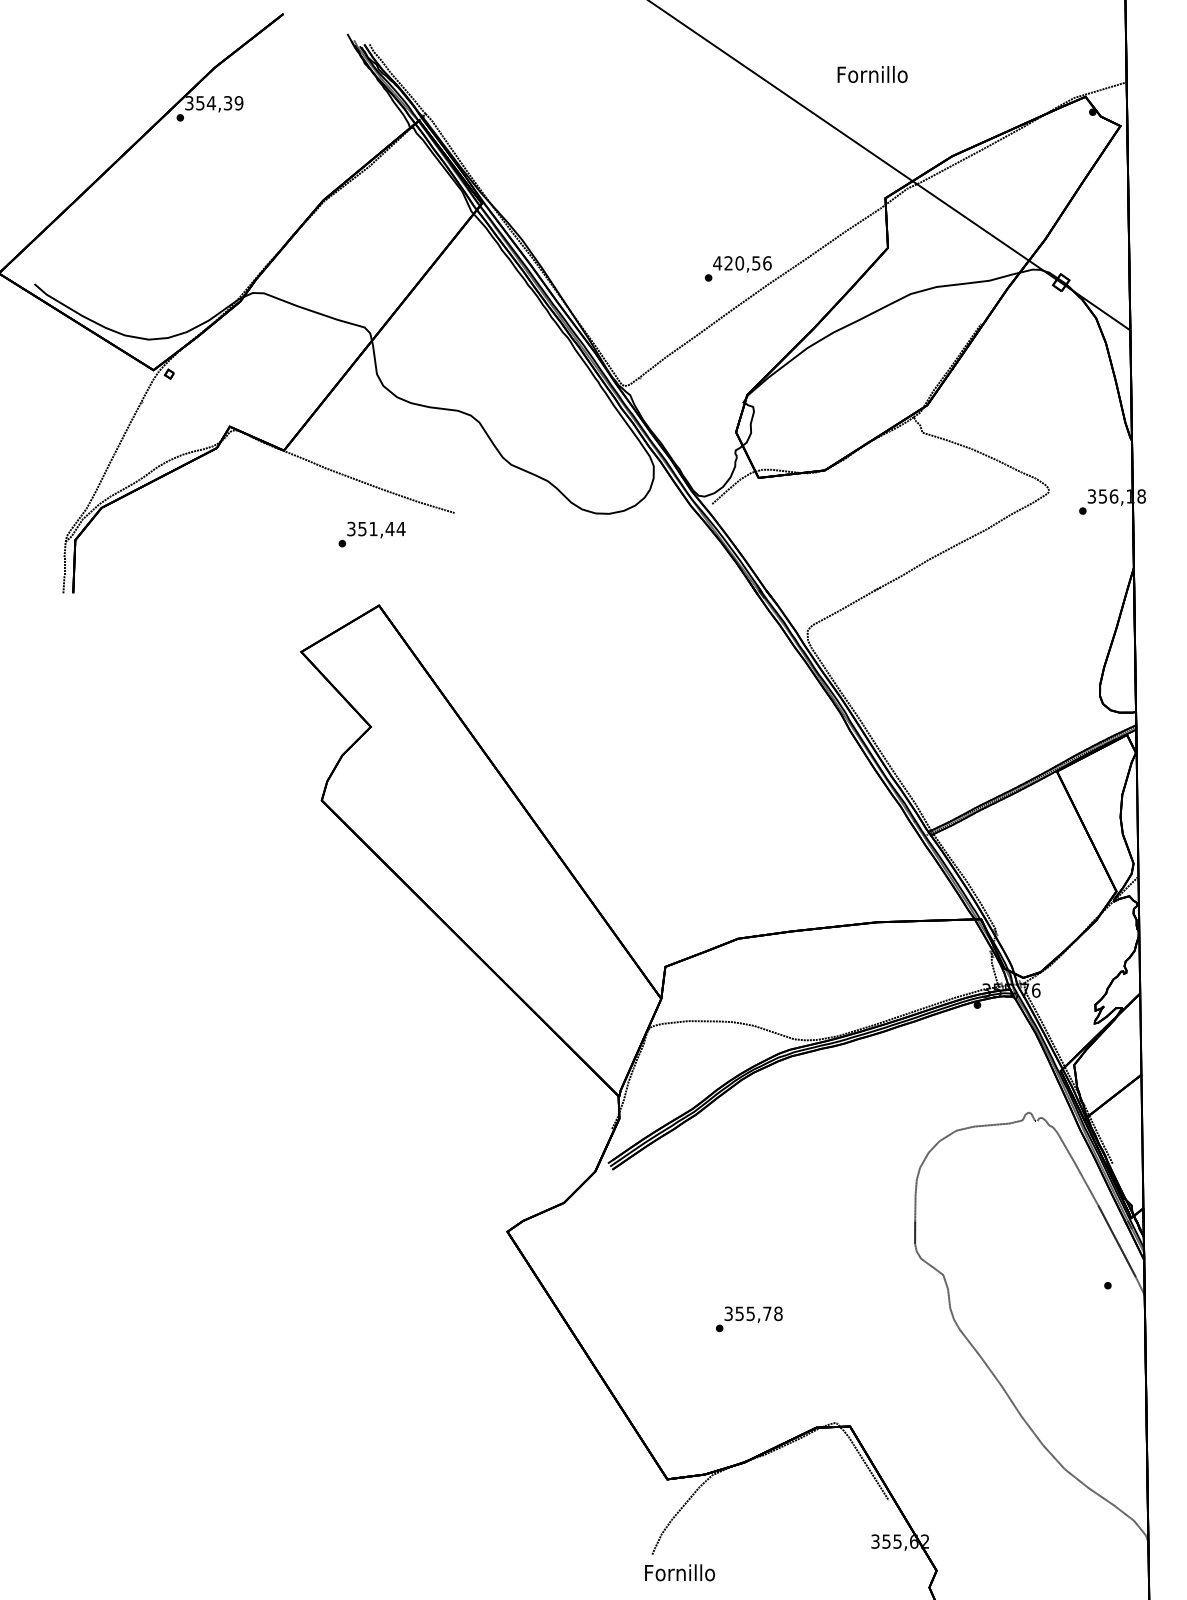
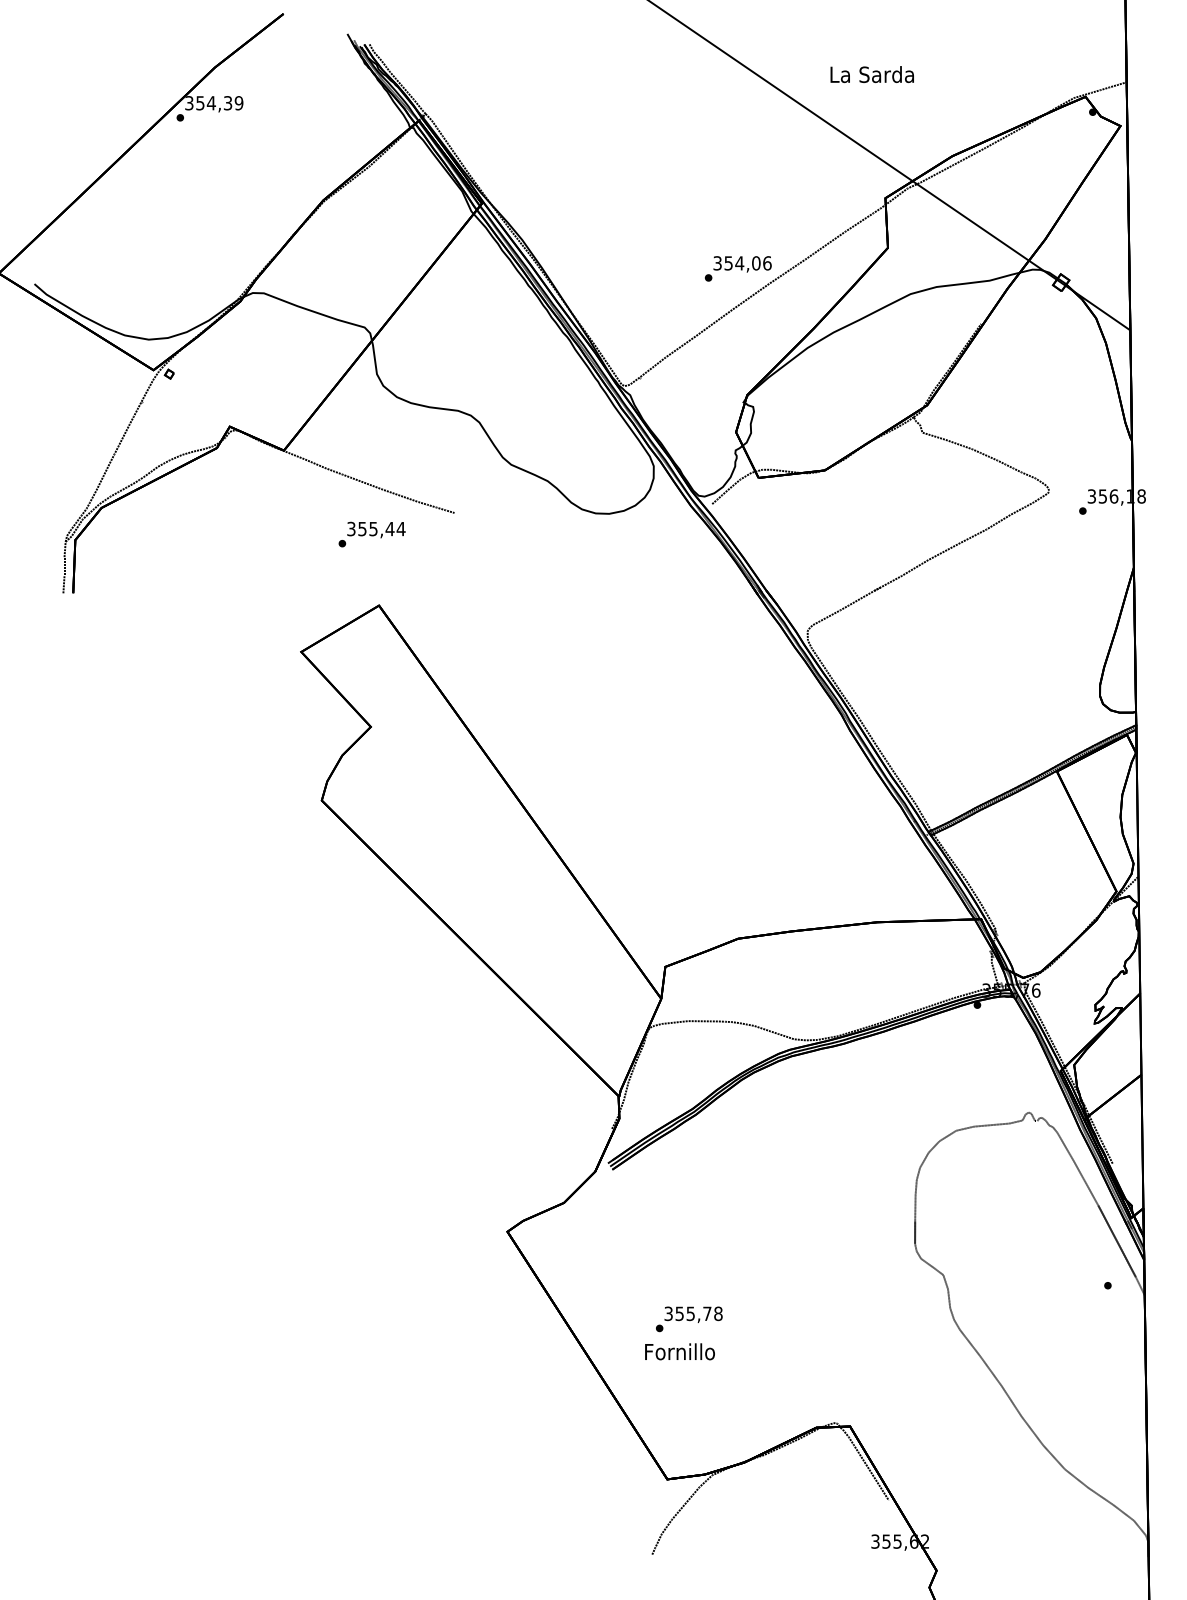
text at (871, 74): Fornillo -> La Sarda
text at (736, 263): 420,56 -> 354,06
text at (373, 529): 351,44 -> 355,44
text at (749, 1319) position: (749, 1319) -> (689, 1319)
text at (679, 1572) position: (679, 1572) -> (679, 1351)
